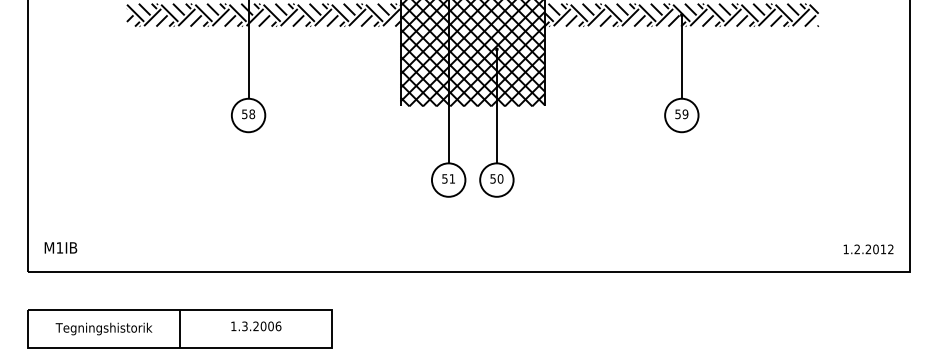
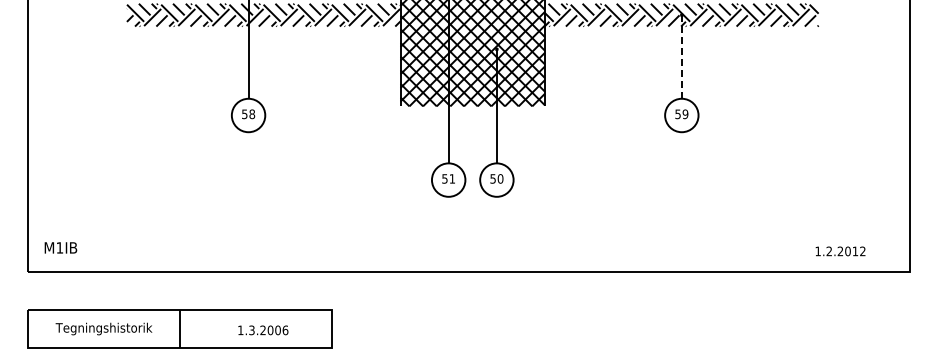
line at (681, 56): solid -> dashed
text at (868, 249) position: (868, 249) -> (840, 251)
text at (256, 326) position: (256, 326) -> (263, 330)
